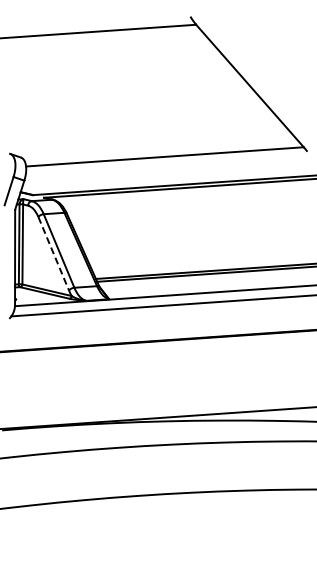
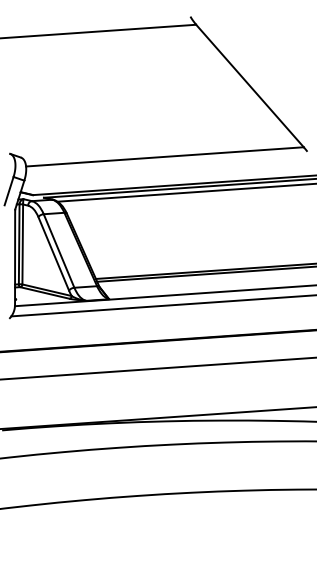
line at (185, 192): none -> present
line at (53, 253): dashed -> solid
line at (157, 368): none -> present
